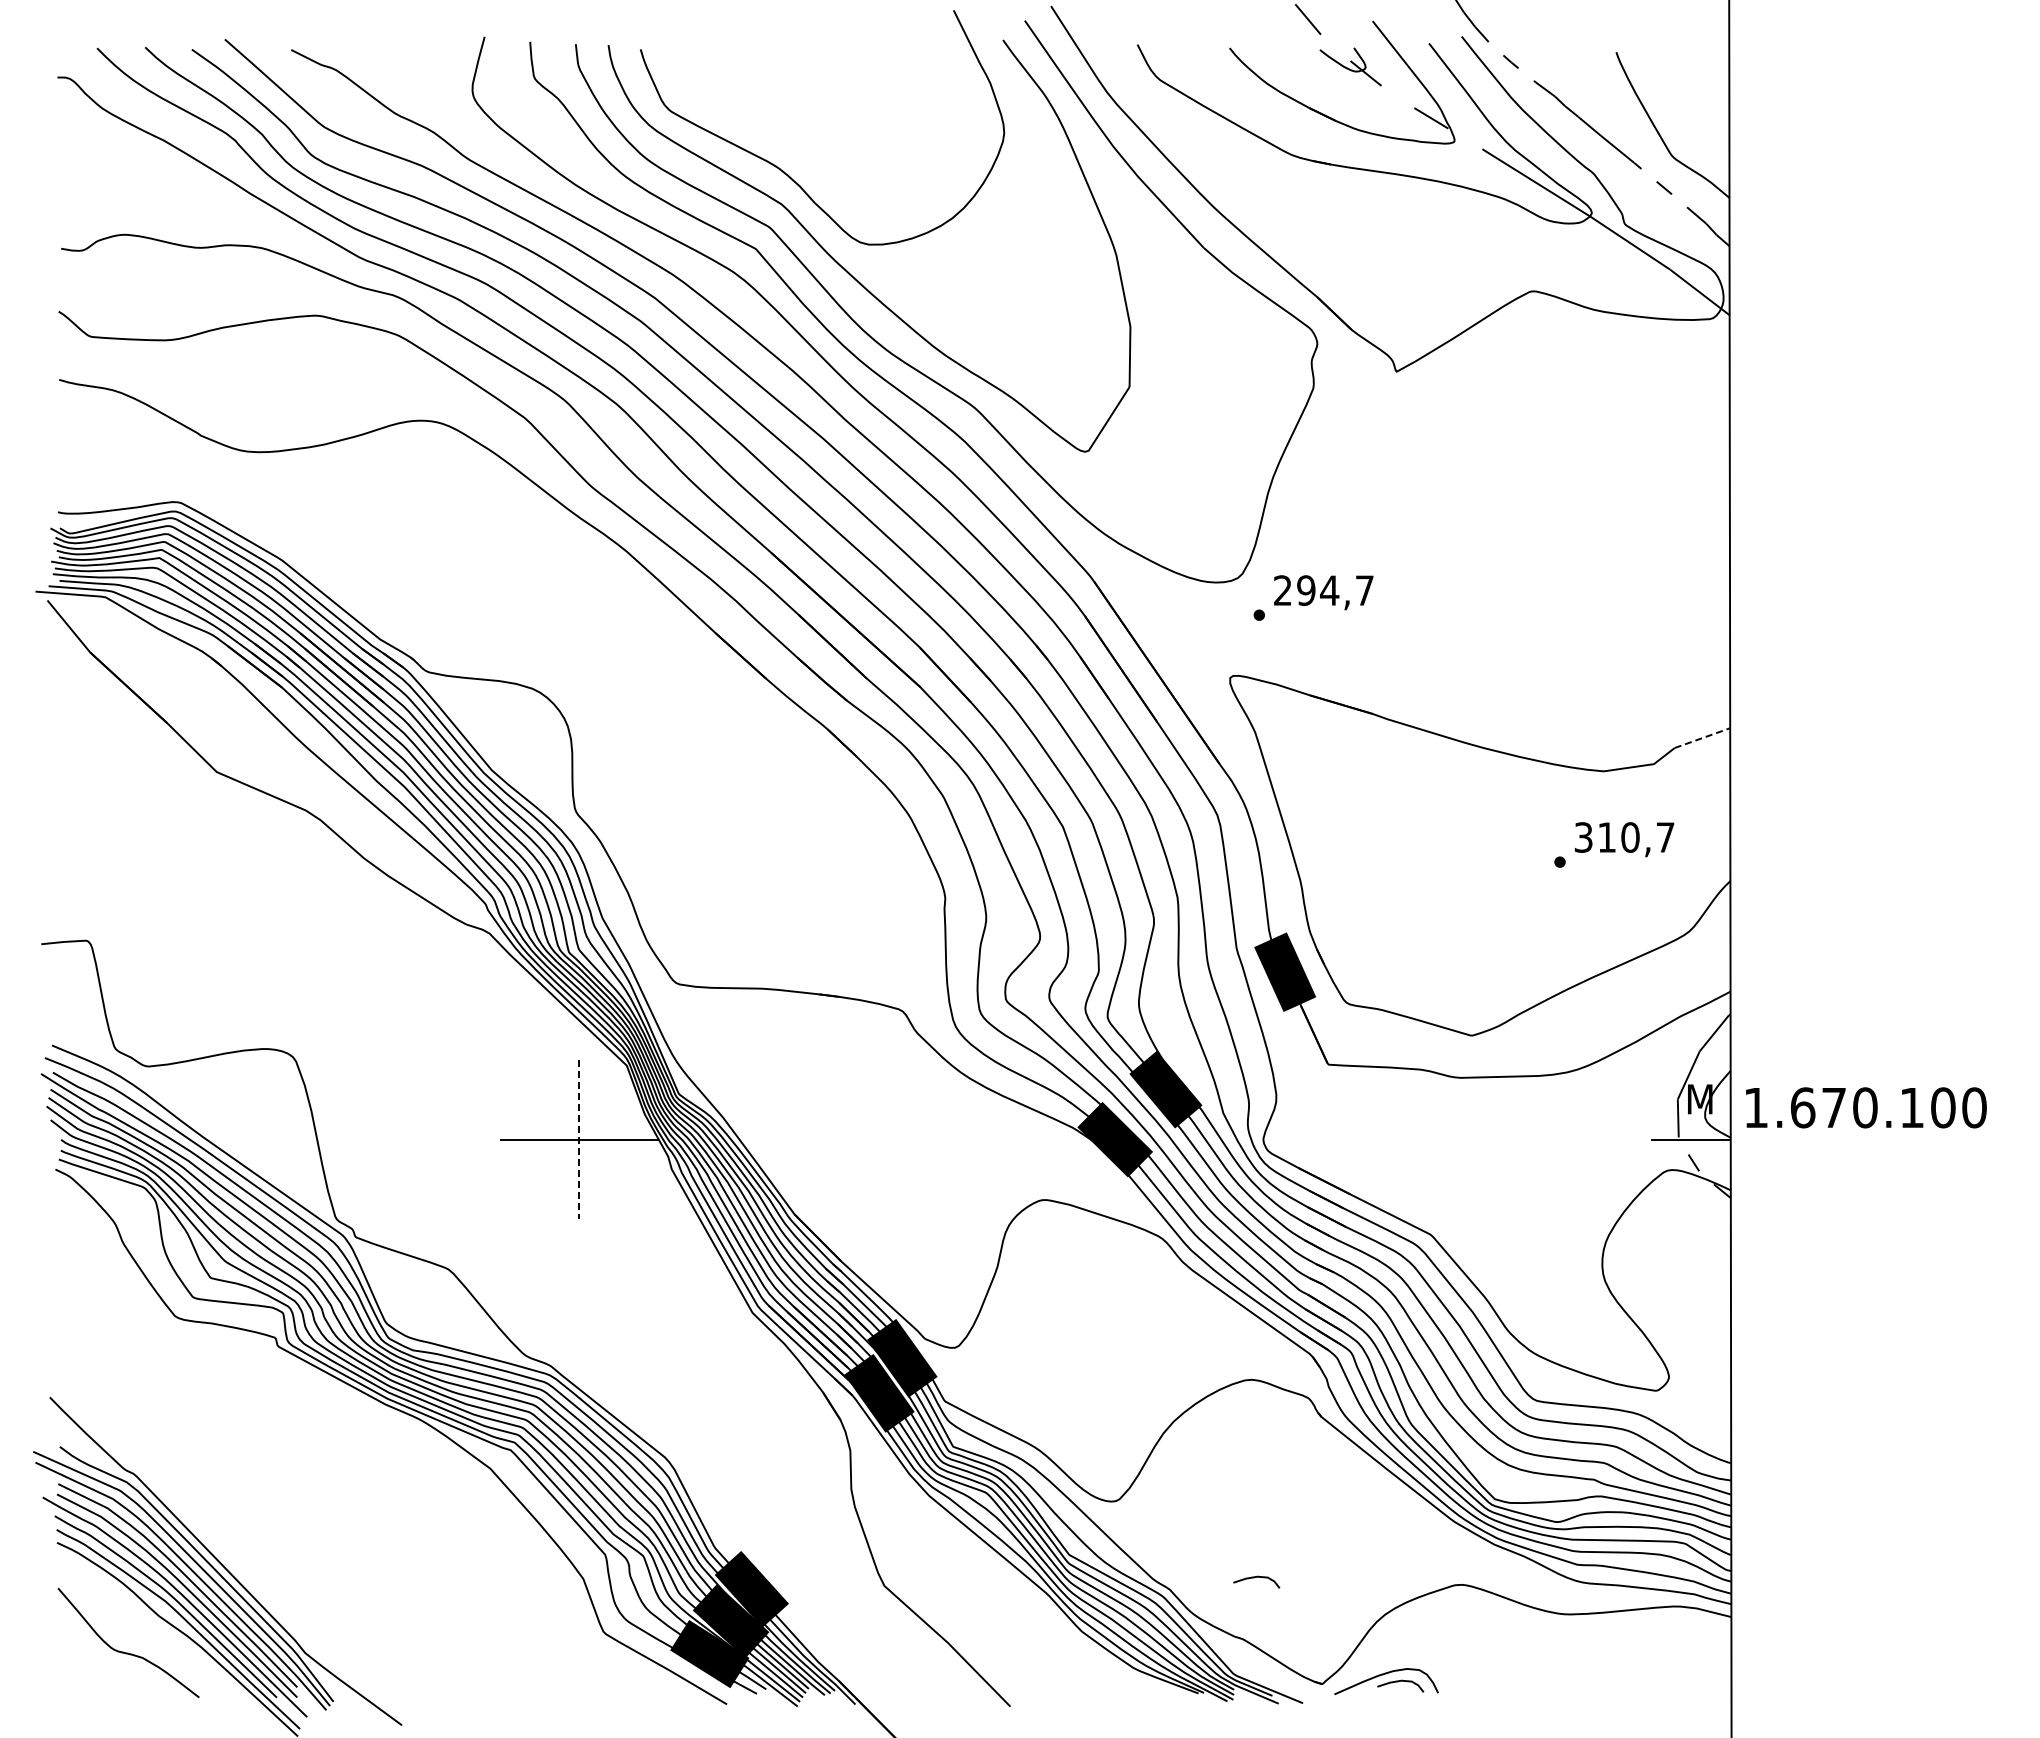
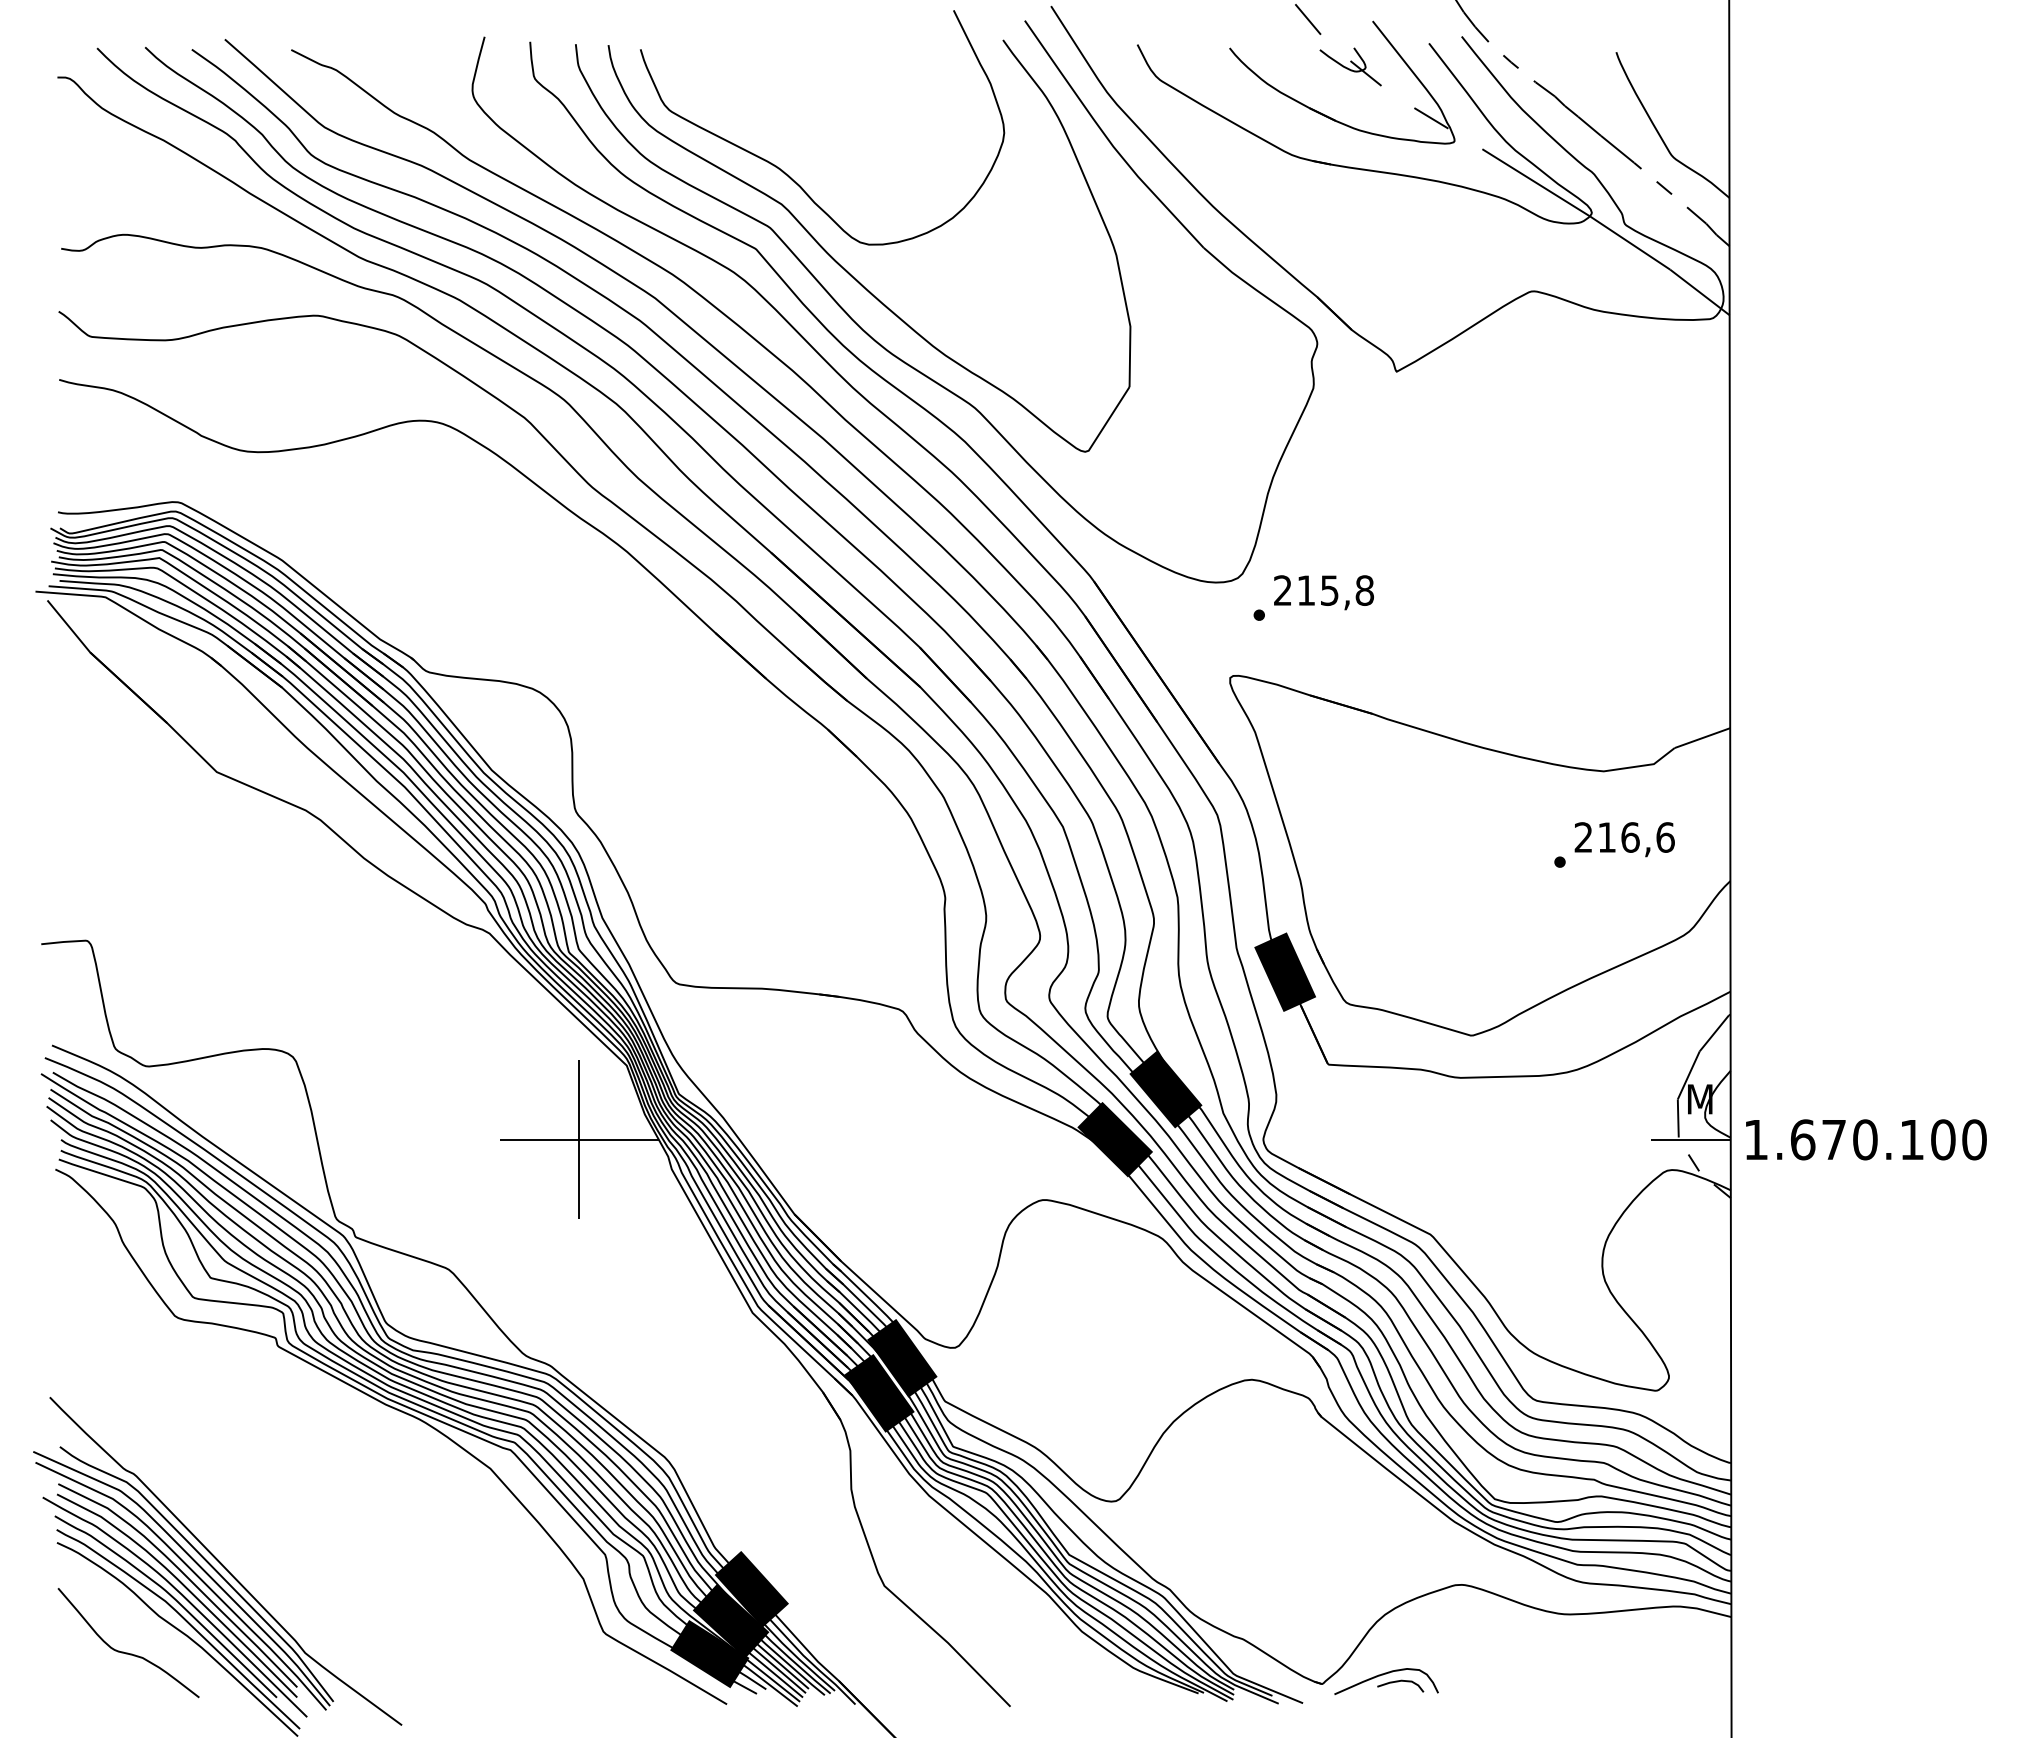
text at (1335, 590): 294,7 -> 215,8
line at (1702, 737): dashed -> solid
text at (1624, 837): 310,7 -> 216,6
text at (1866, 1107) position: (1866, 1107) -> (1866, 1139)
line at (579, 1140): dashed -> solid
curve at (1254, 1578): present -> none
